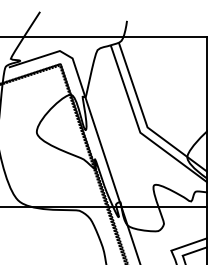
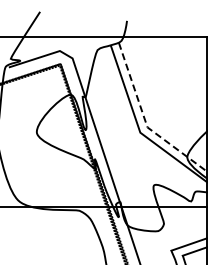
line at (145, 120): solid -> dashed
